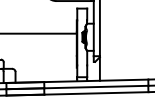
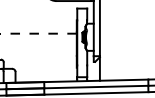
line at (38, 33): solid -> dashed
